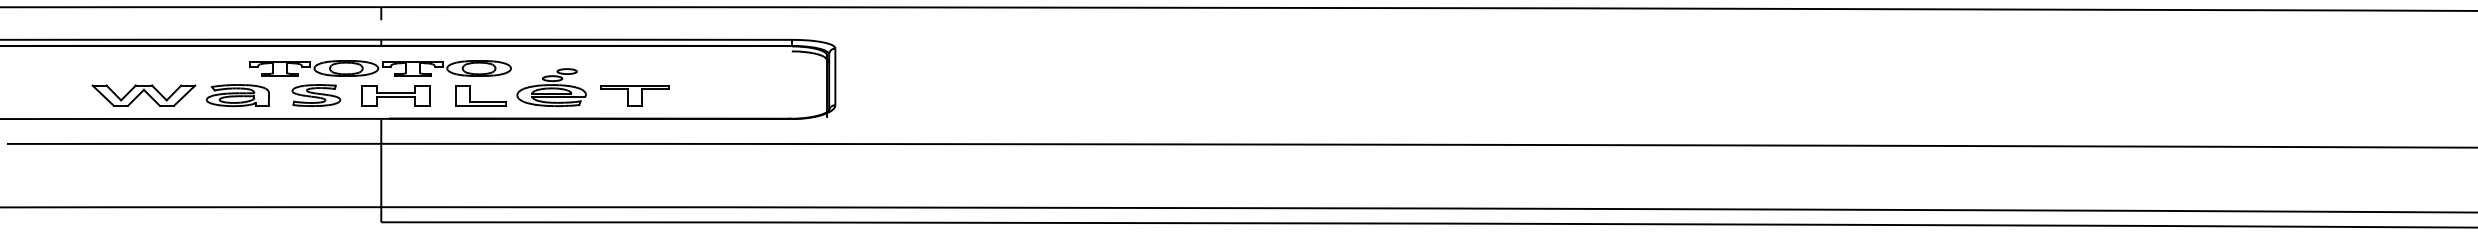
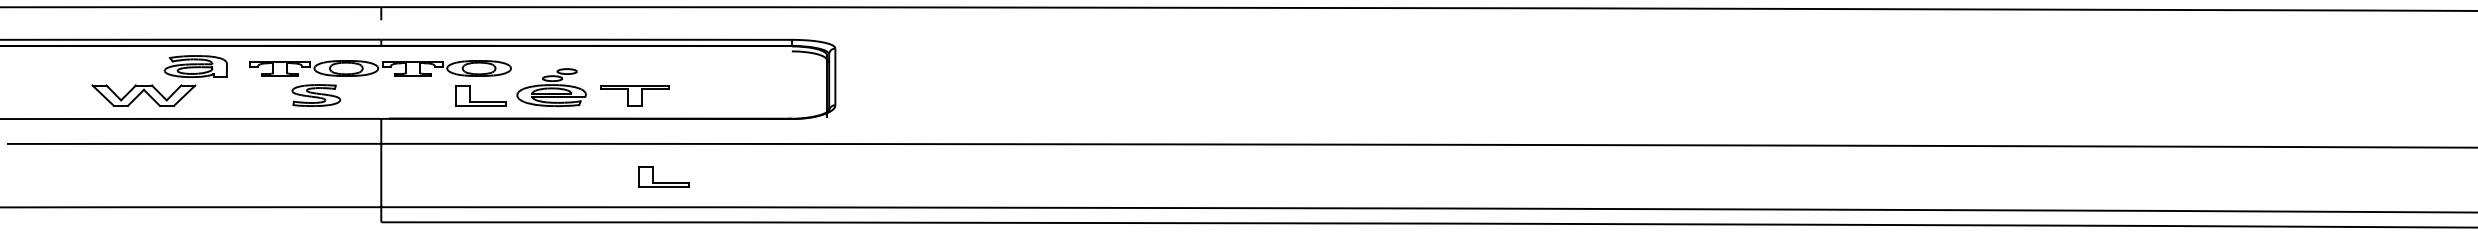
part at (237, 95) position: (237, 95) -> (195, 66)
part at (395, 95): present -> none
part at (663, 176): none -> present
